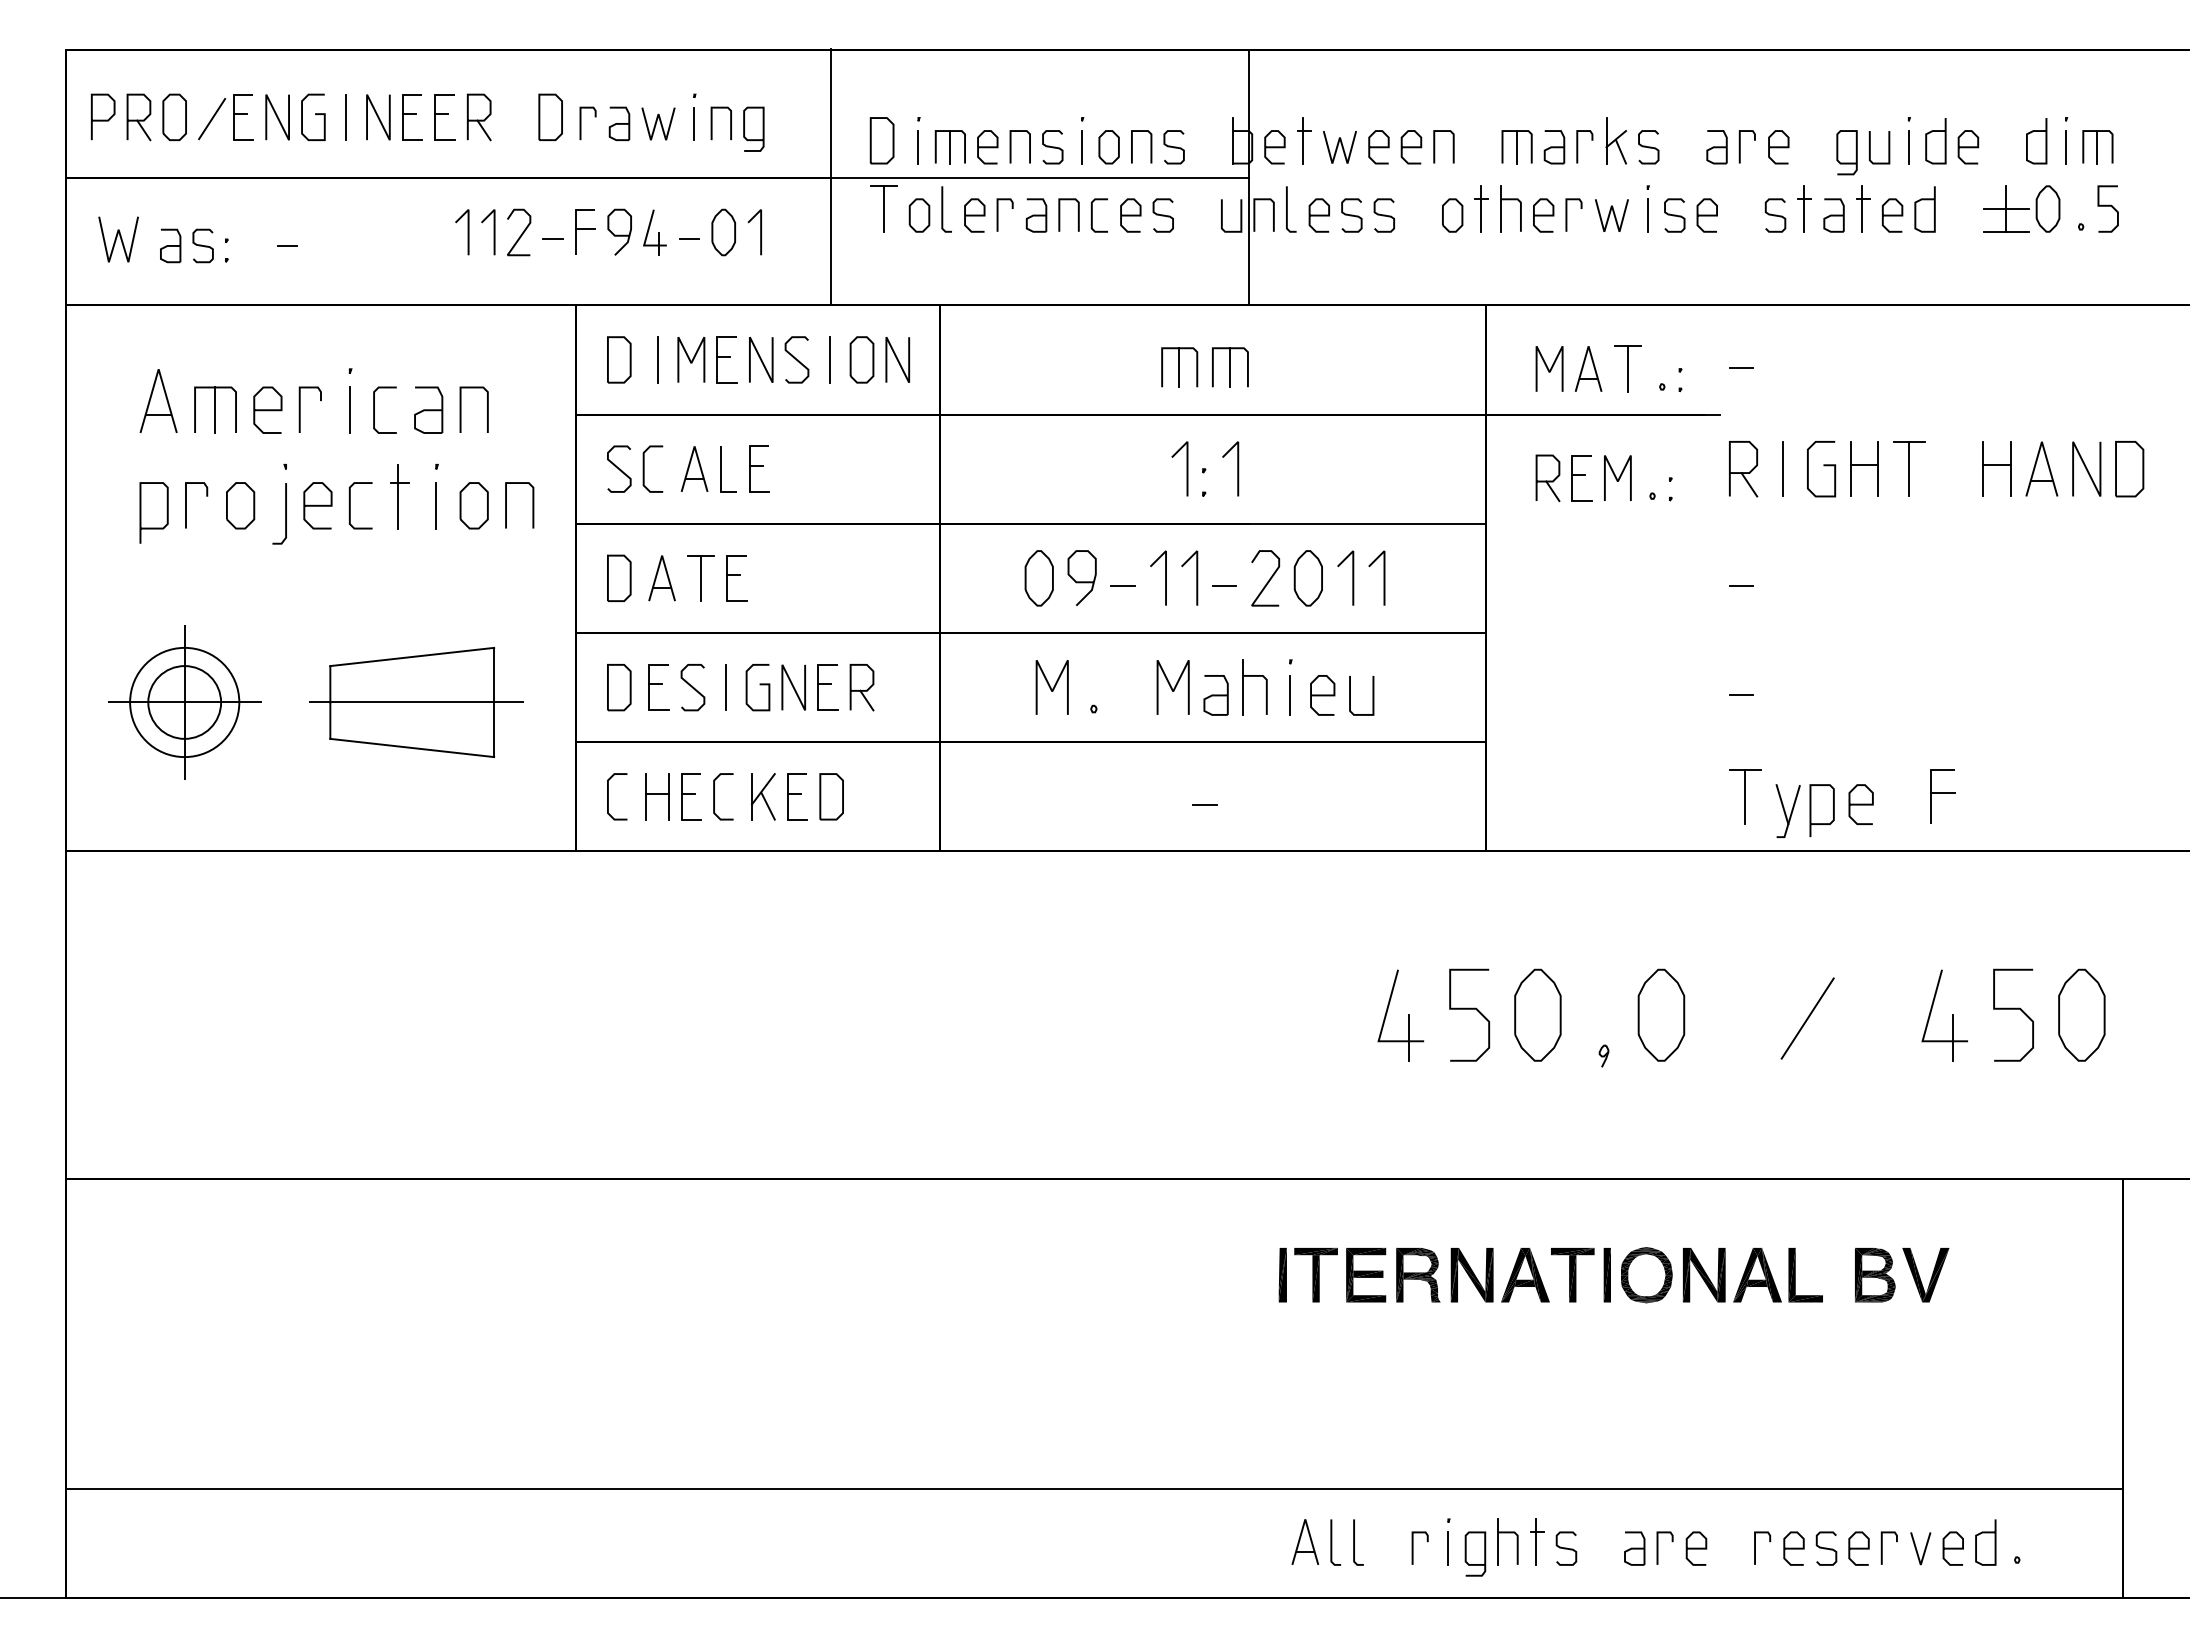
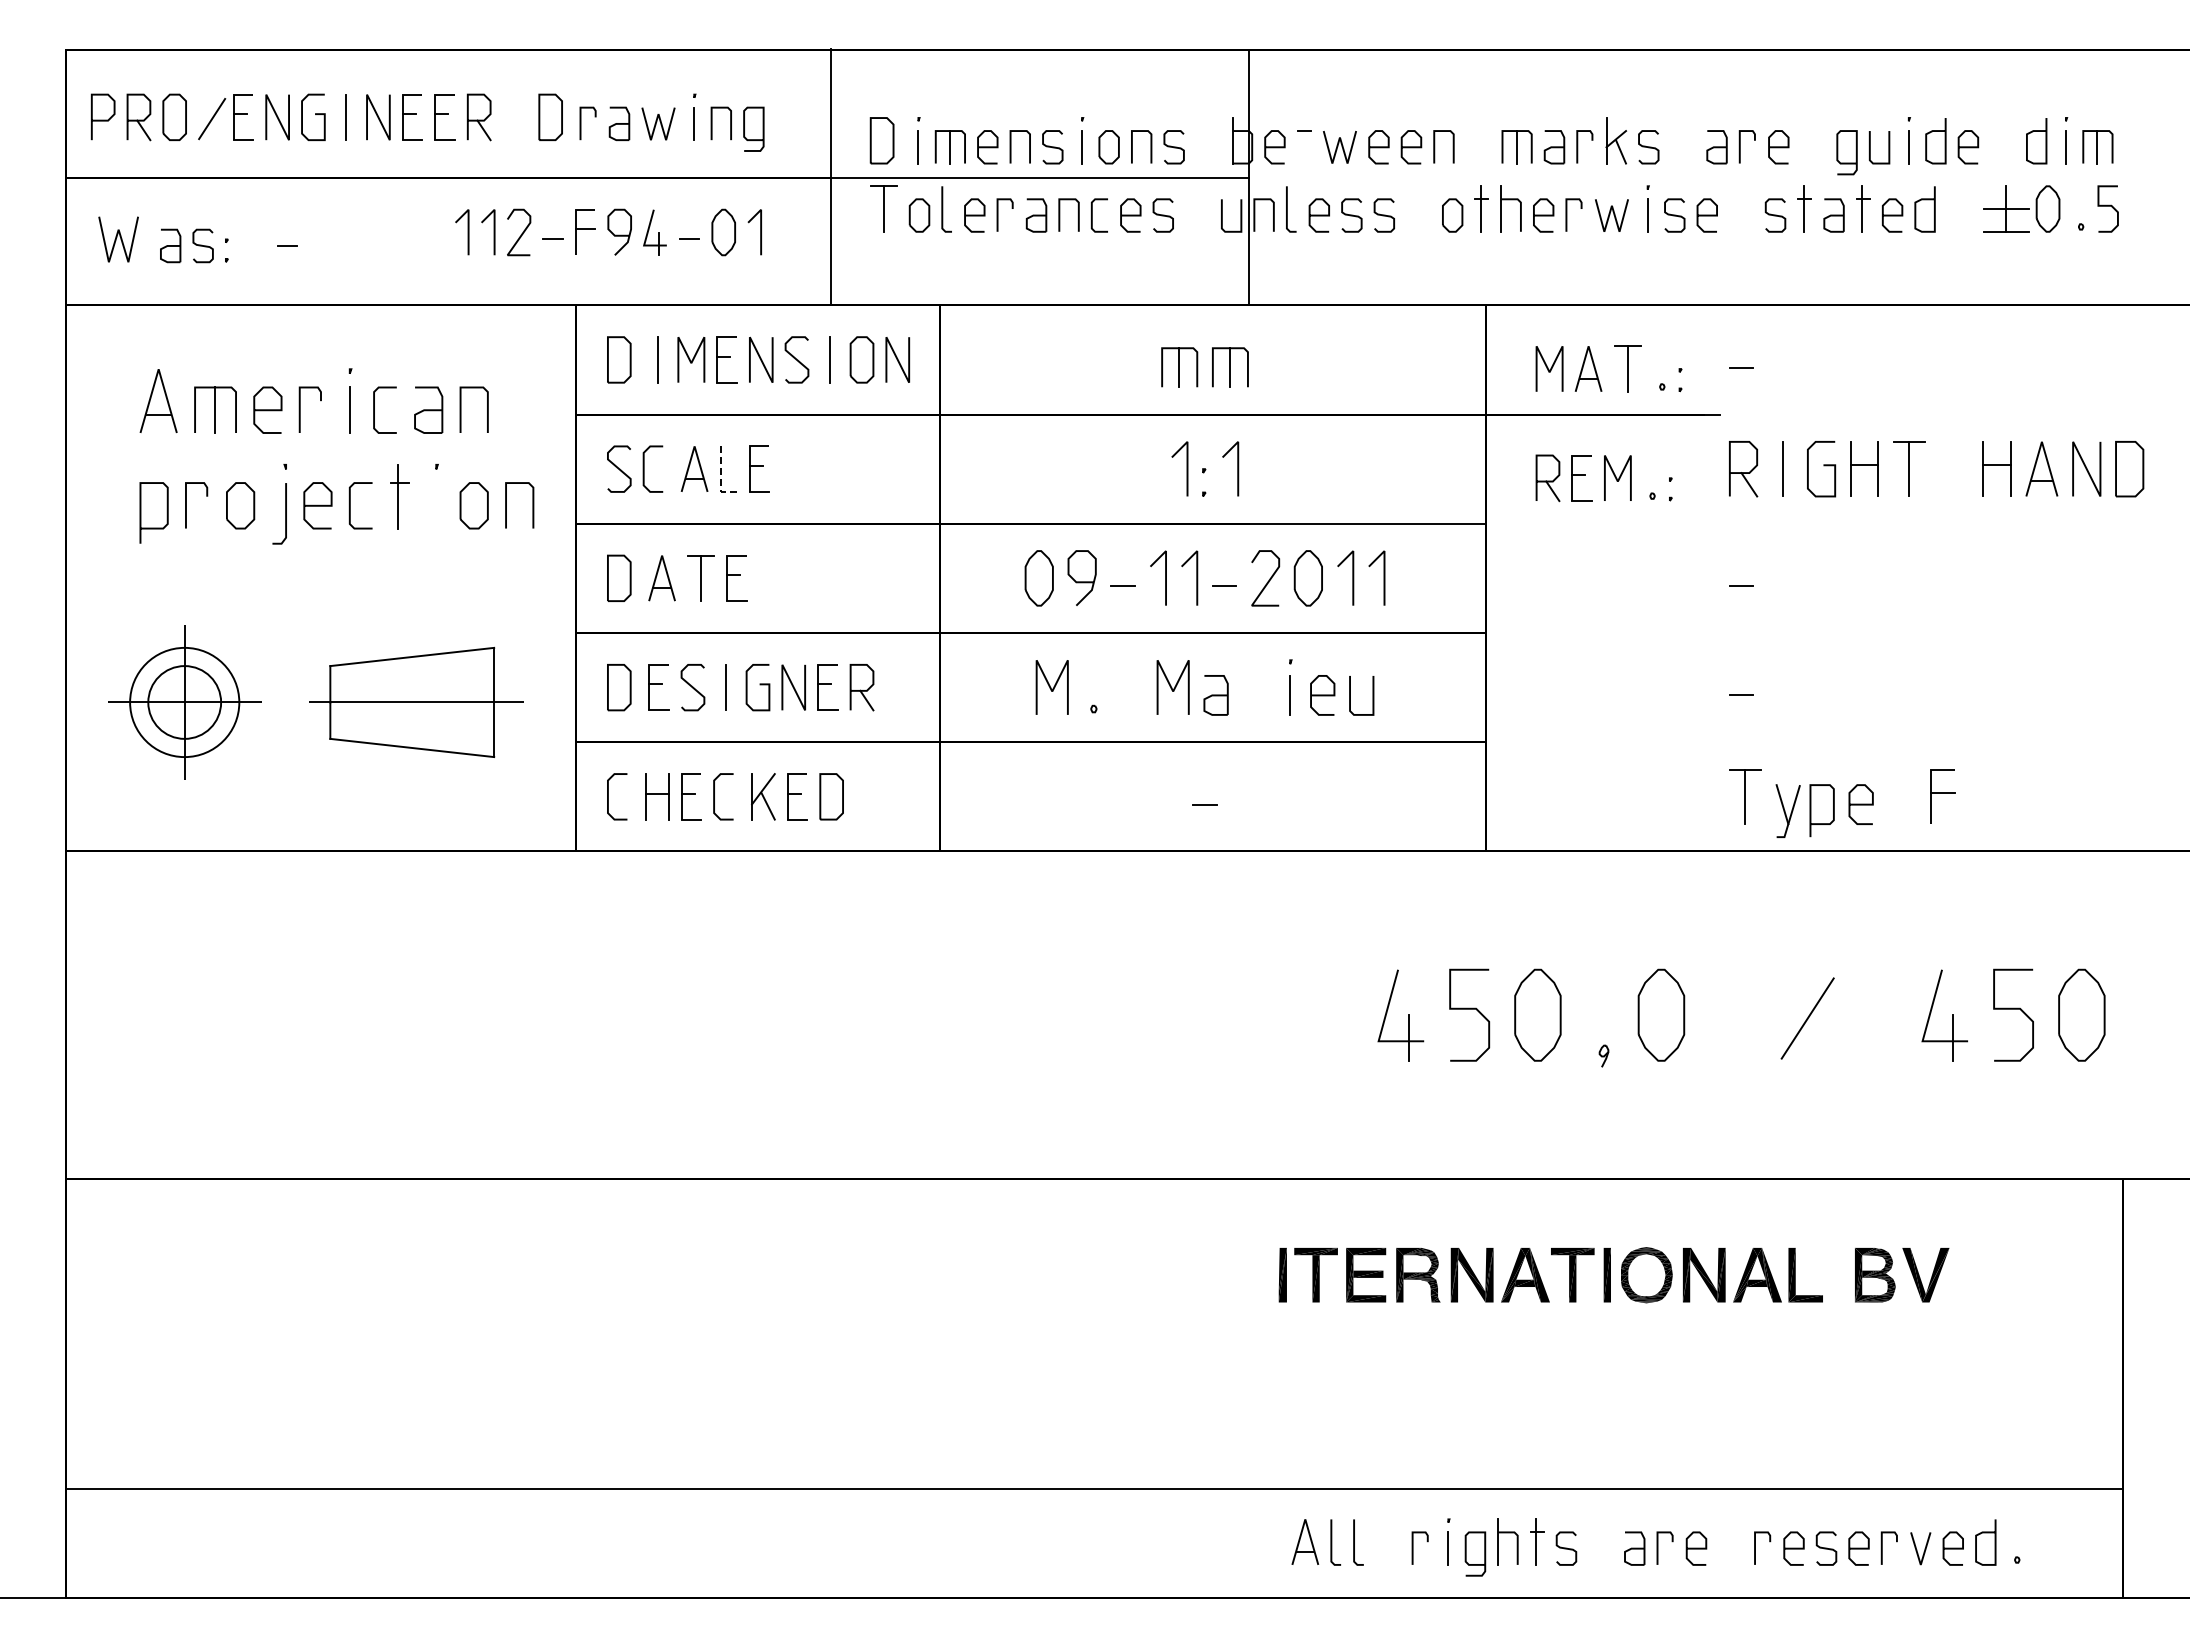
line at (1303, 140): present -> none
line at (720, 478): solid -> dashed
line at (436, 505): present -> none
part at (1254, 676): present -> none
